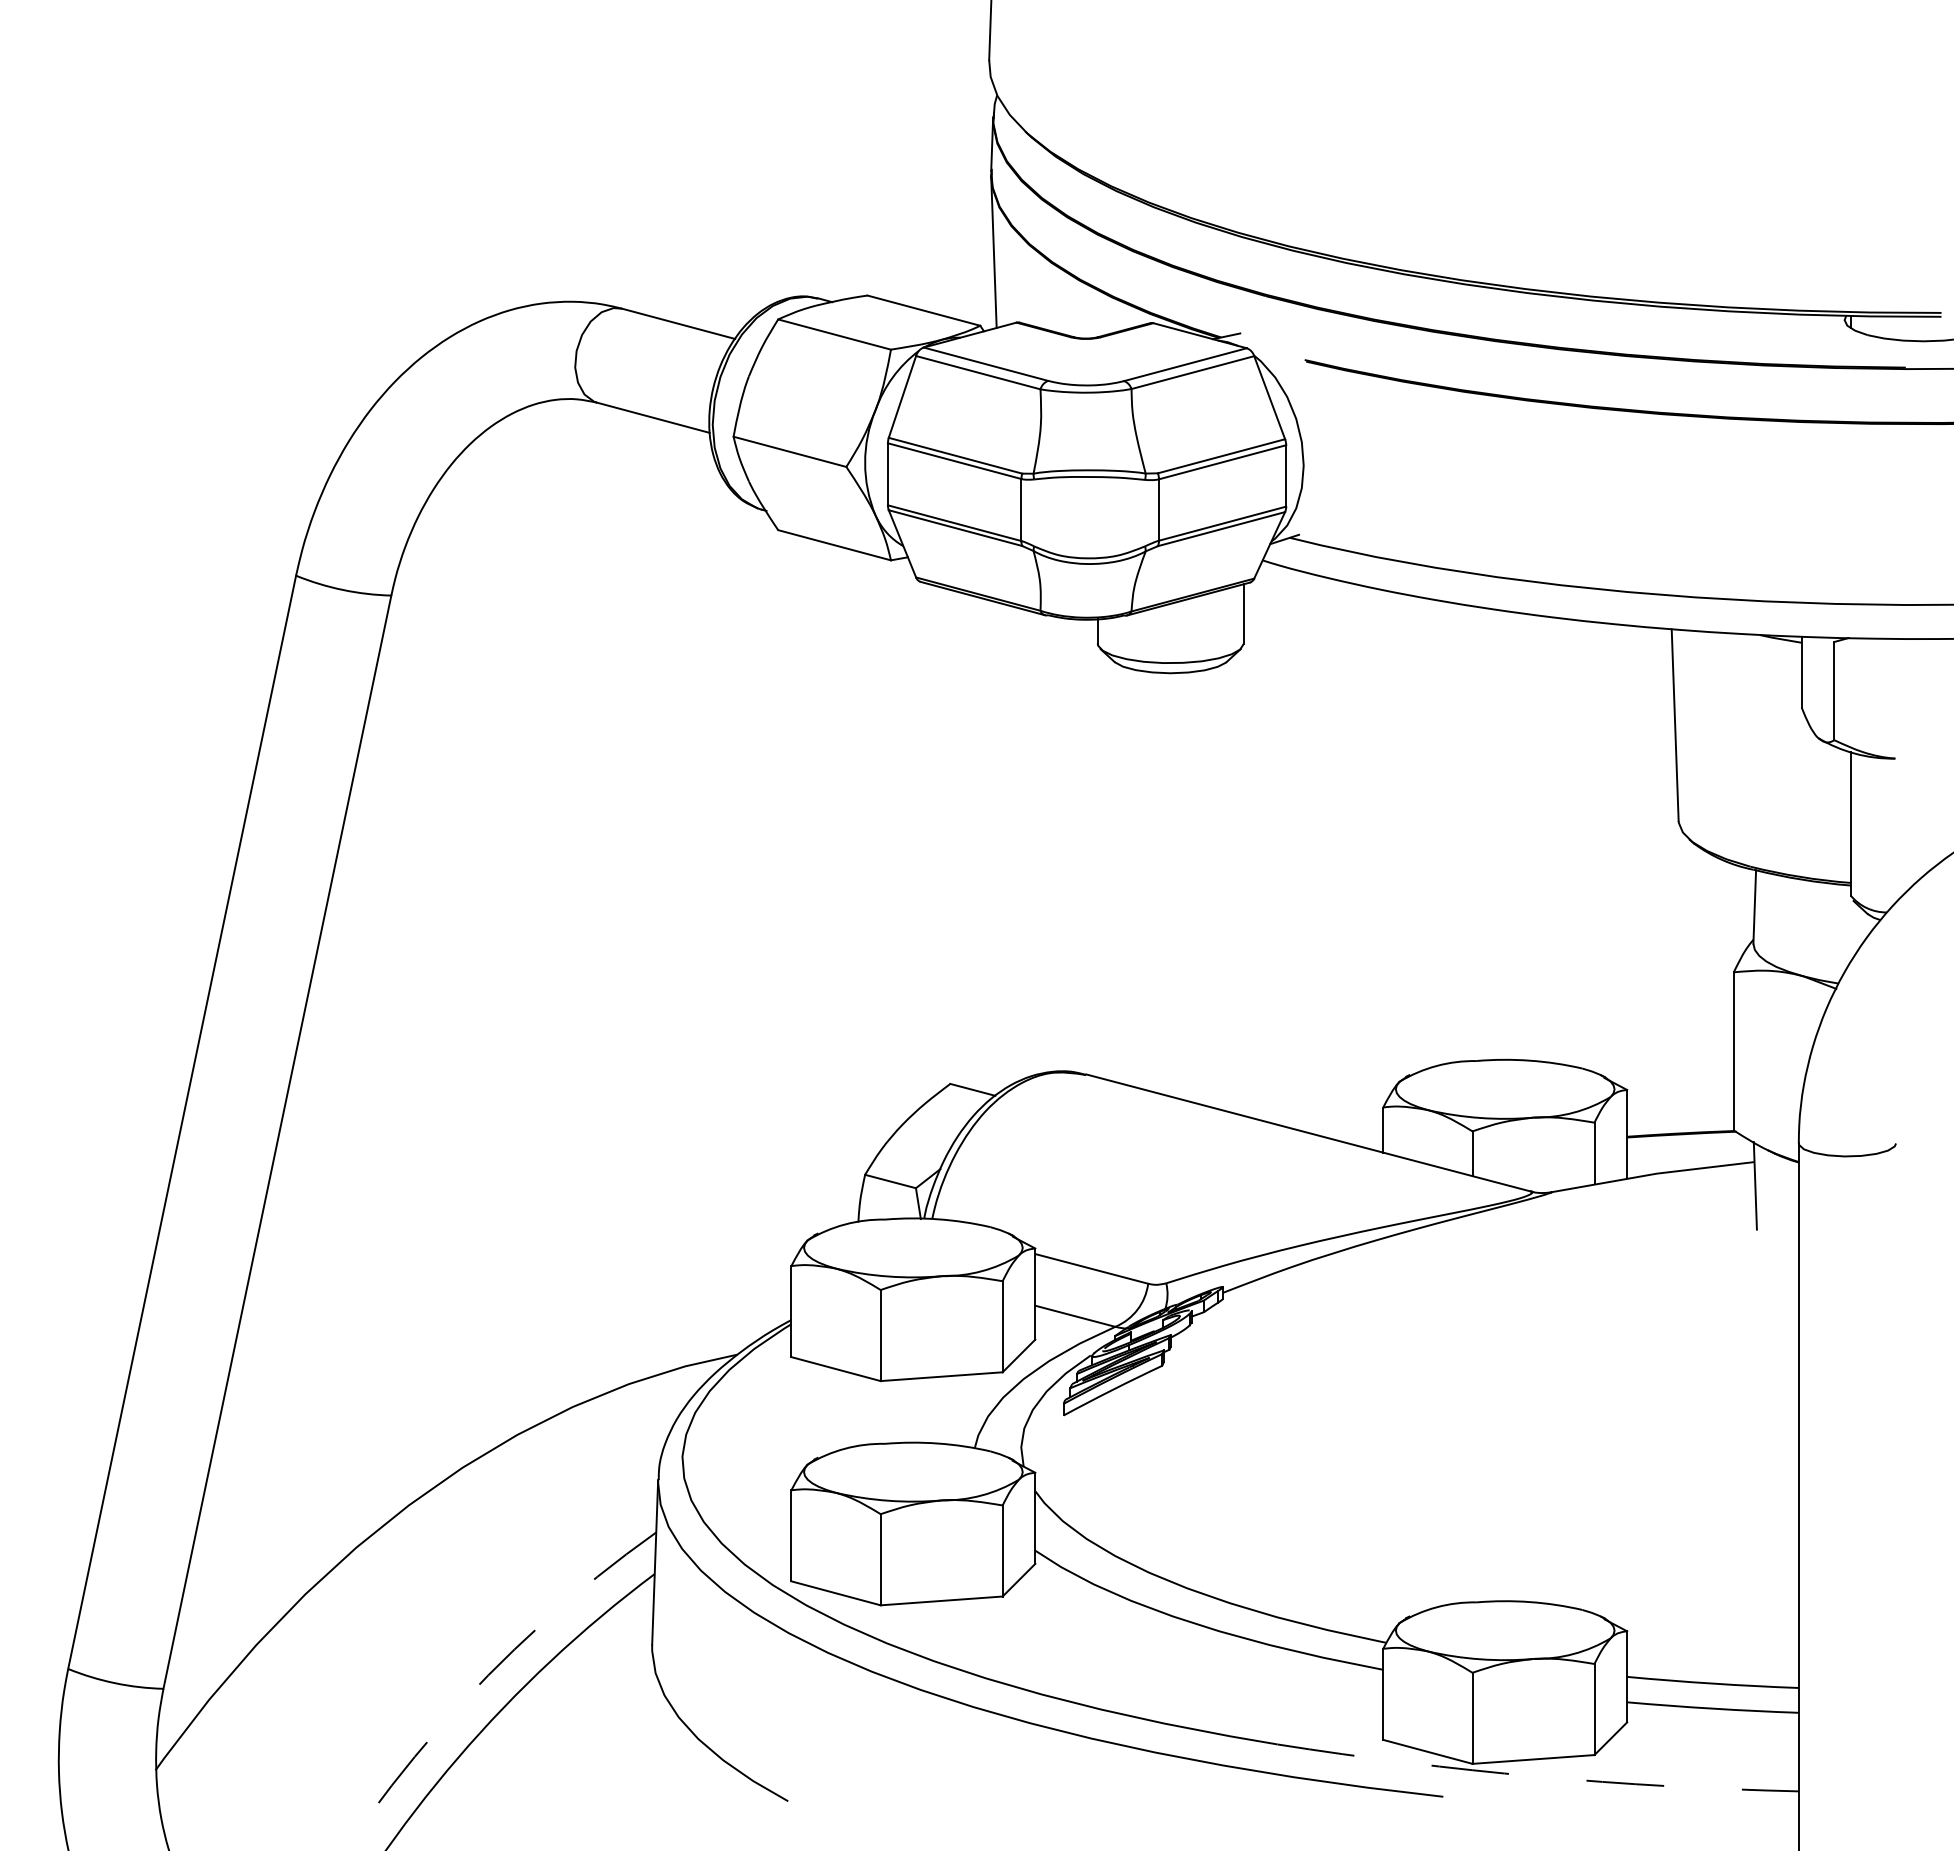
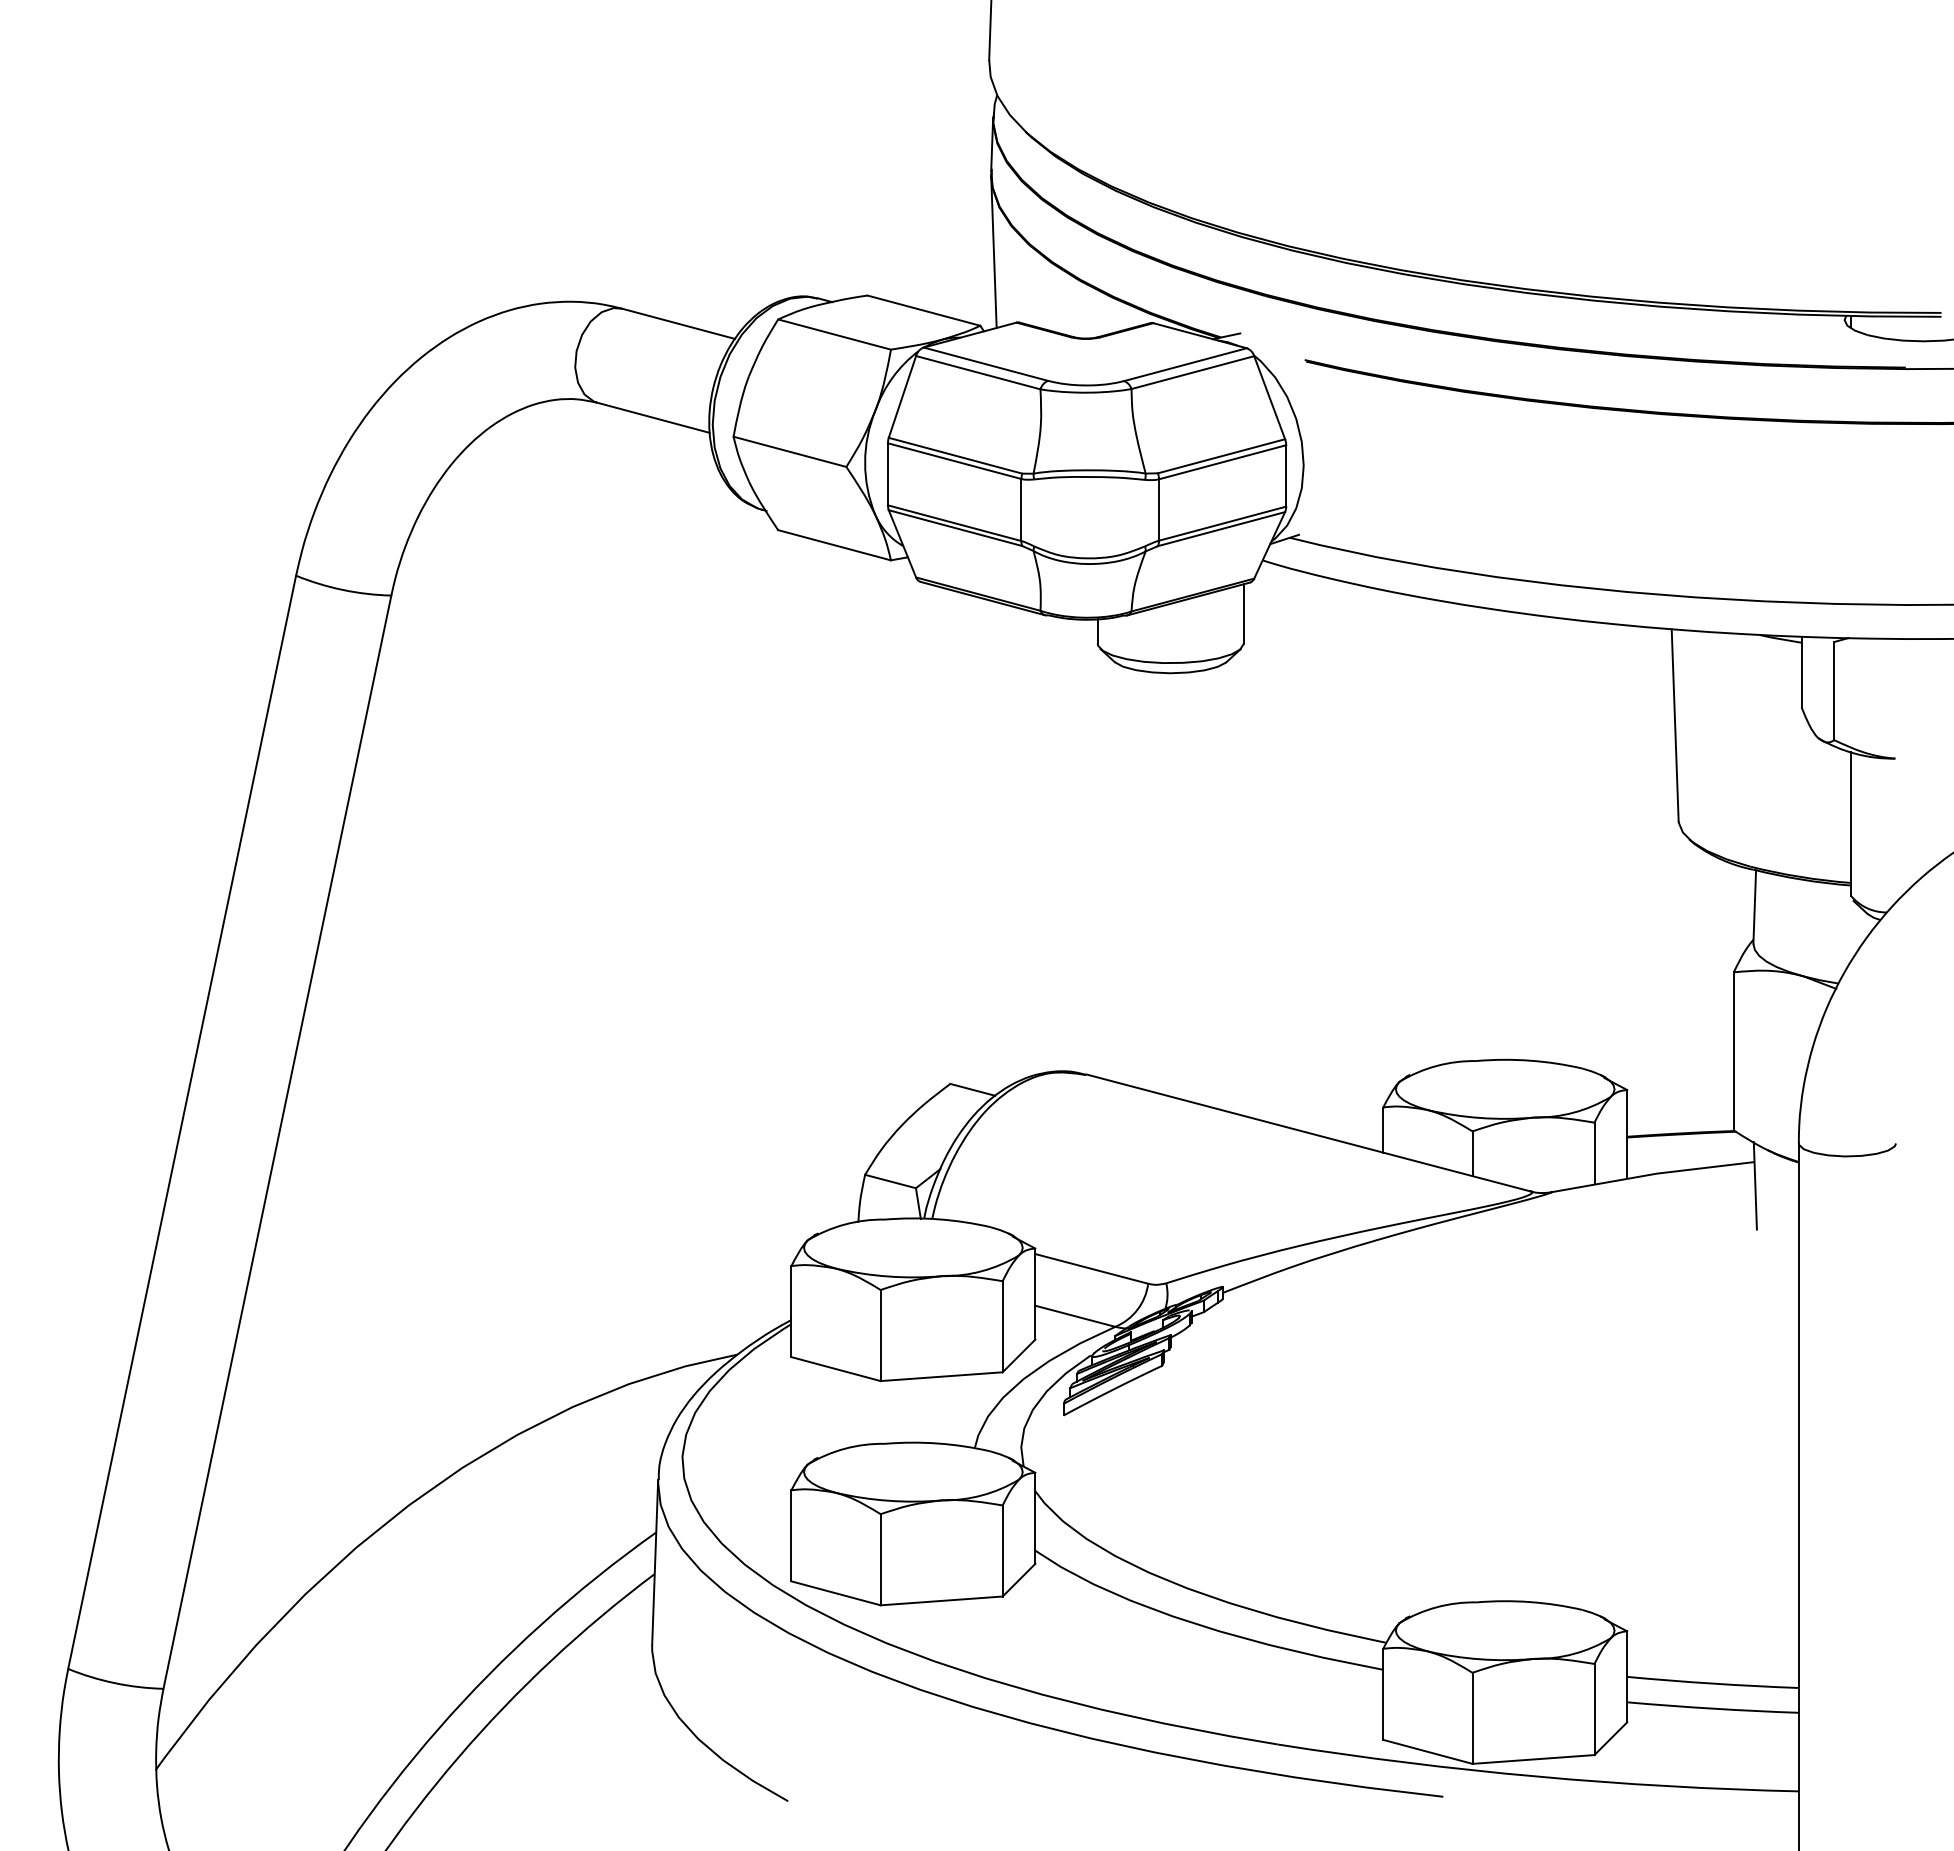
arc at (485, 1678): dashed -> solid
arc at (1537, 1776): dashed -> solid
